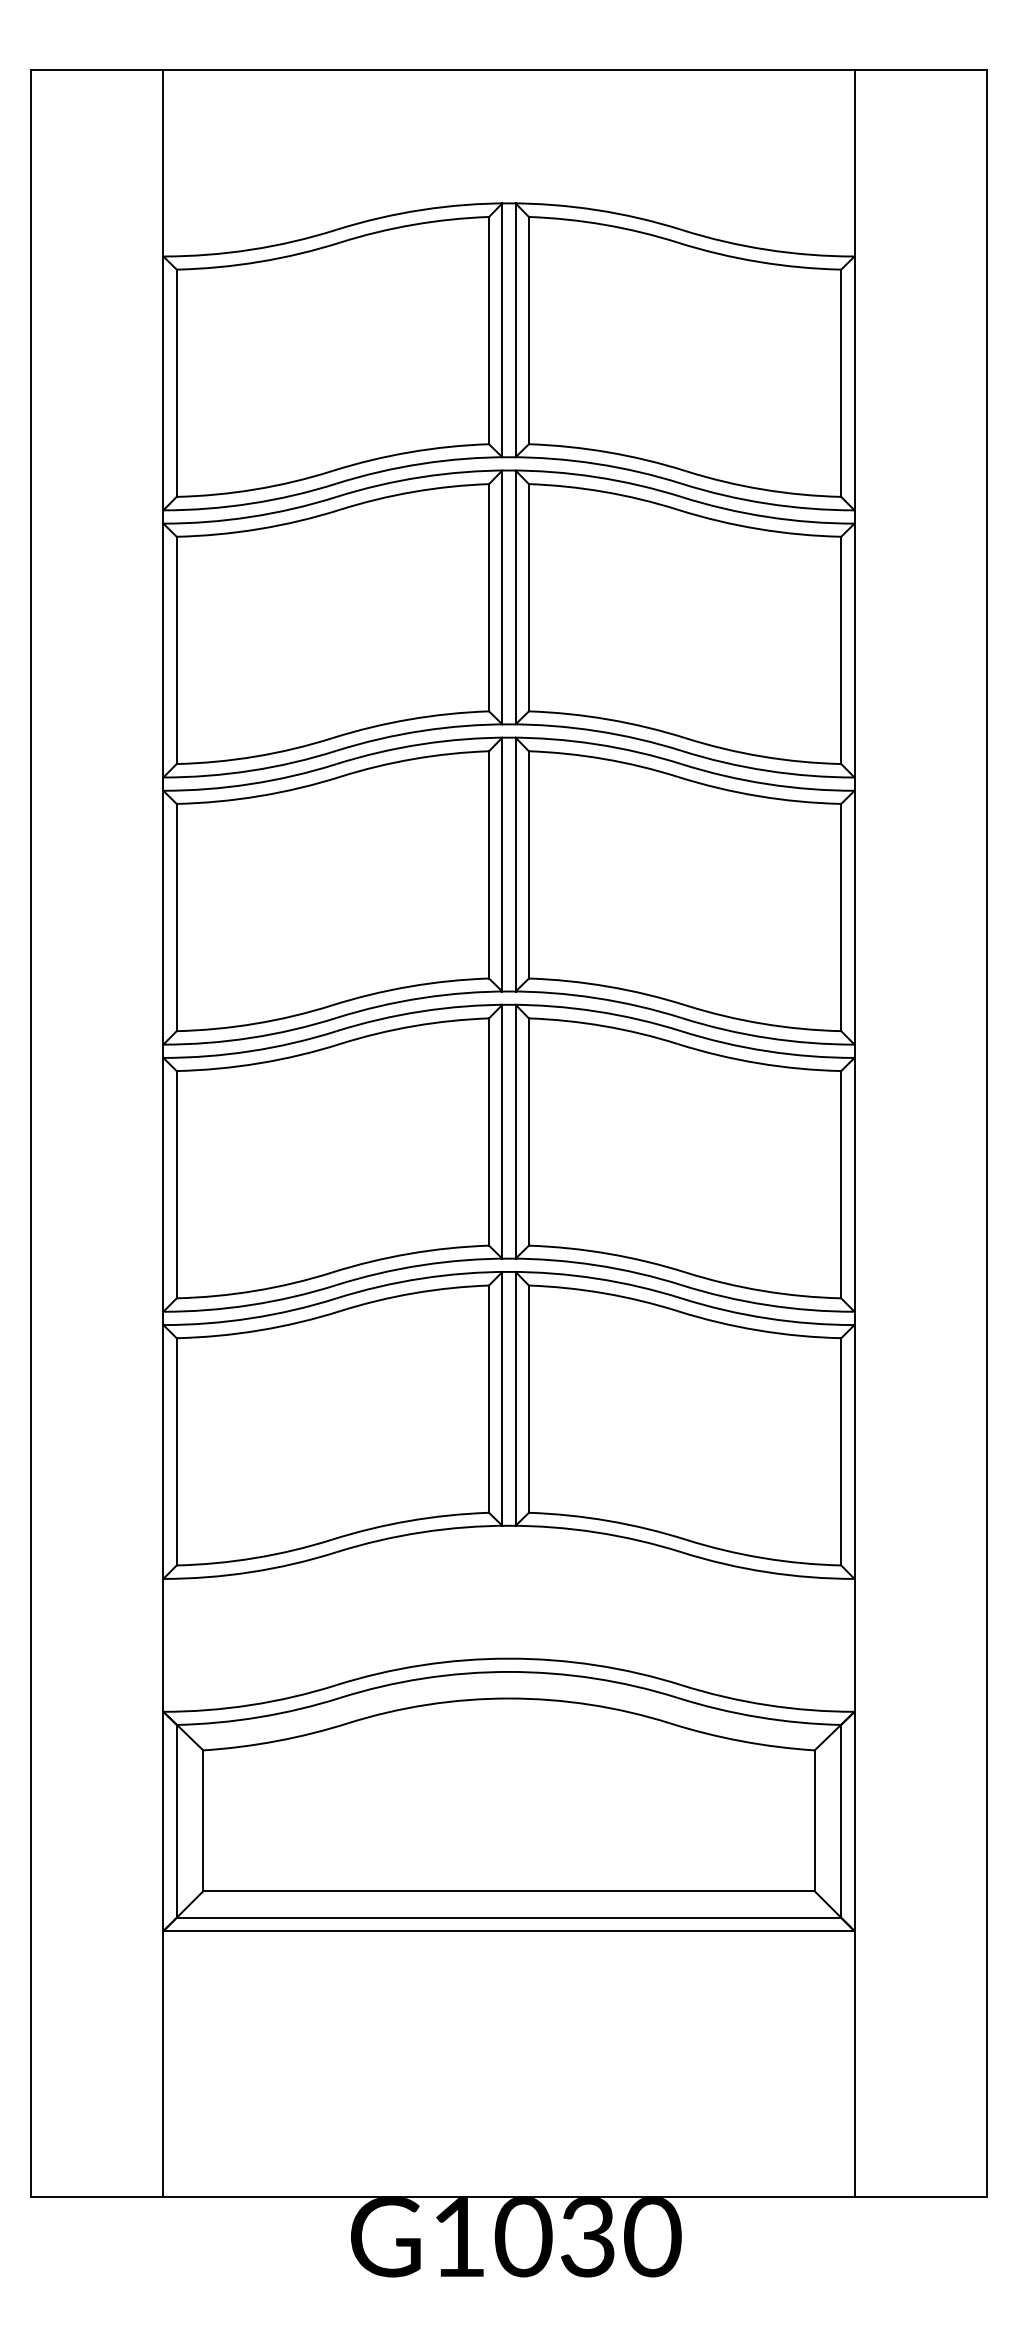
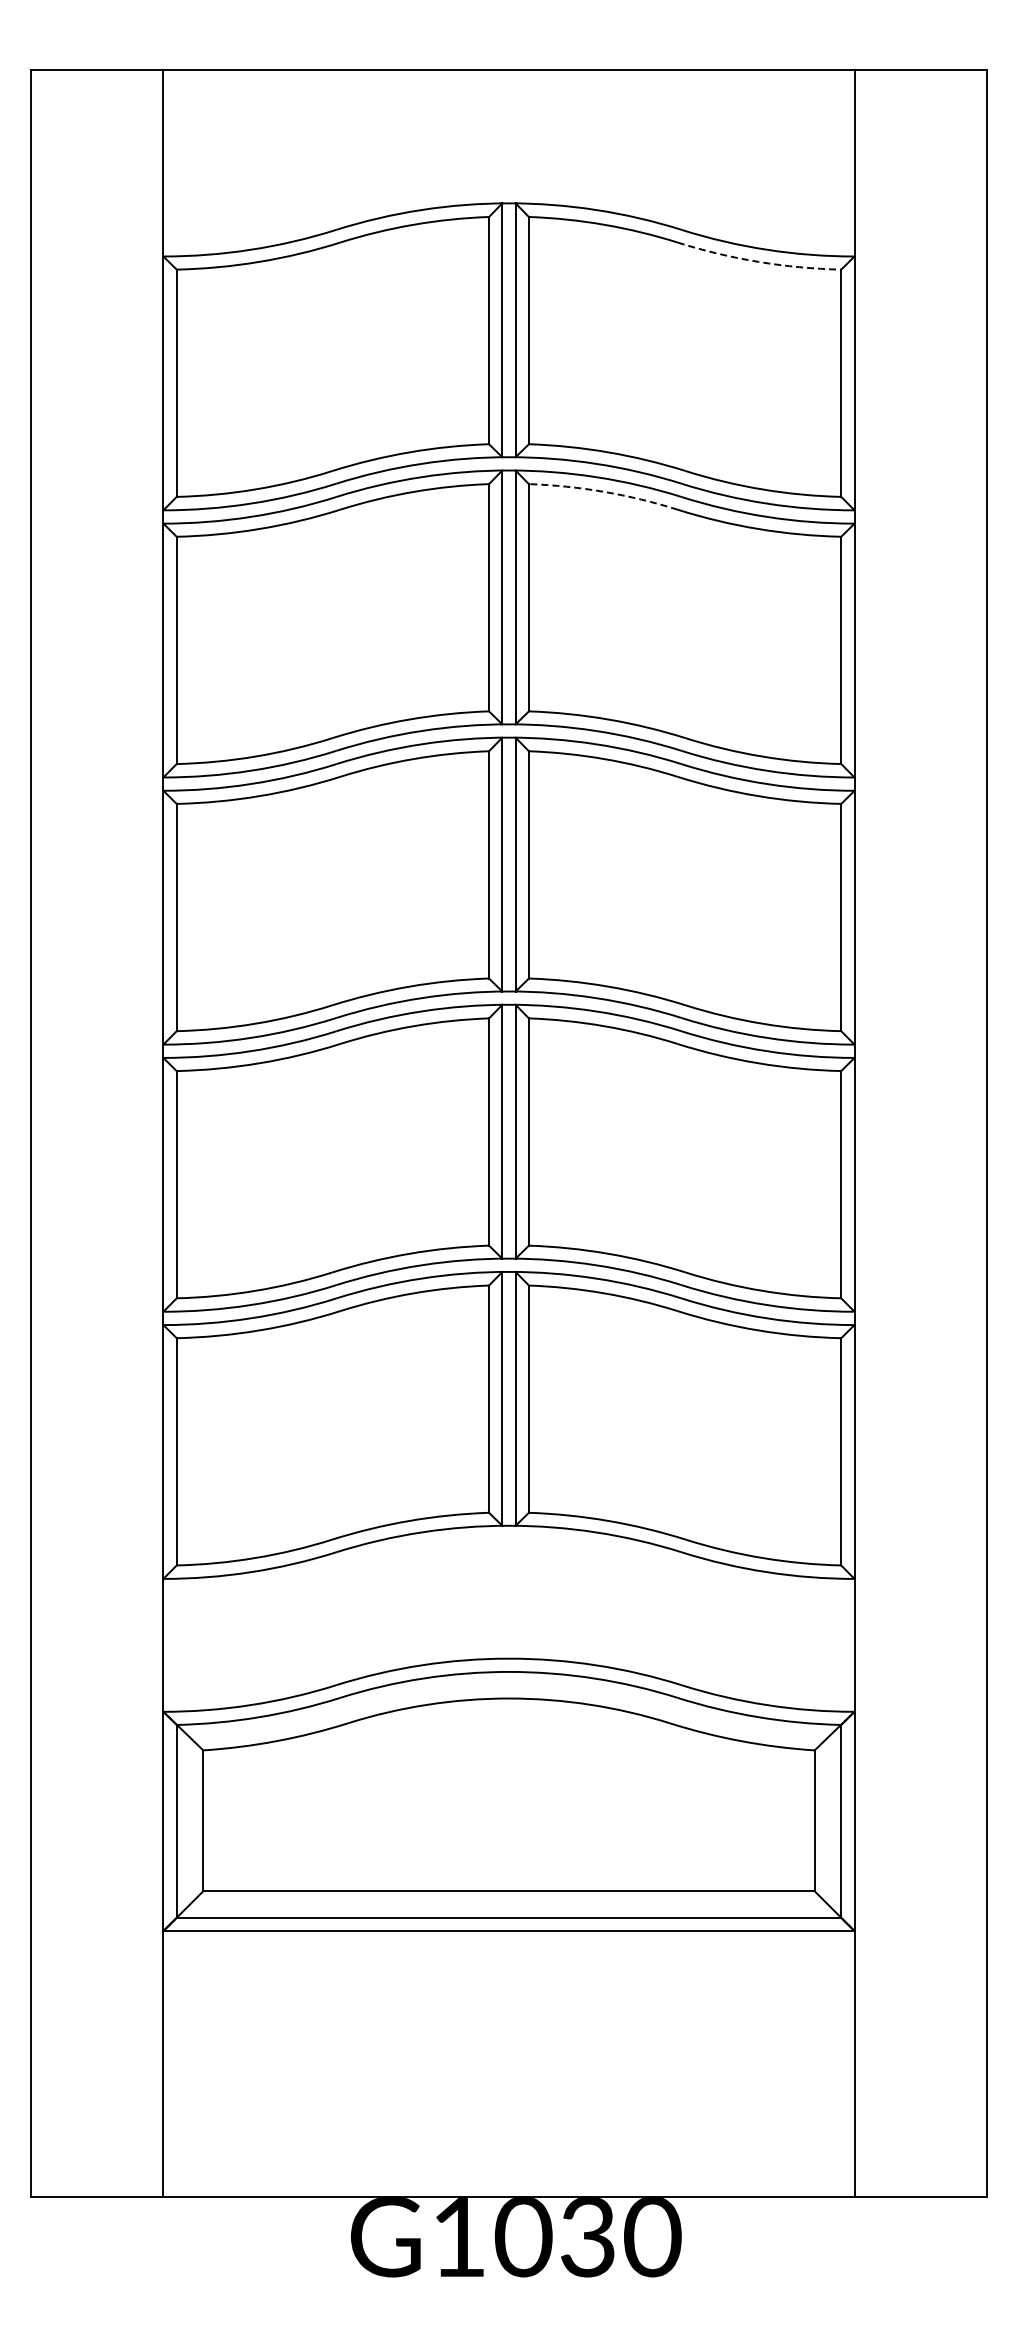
arc at (758, 261): solid -> dashed
arc at (604, 491): solid -> dashed
